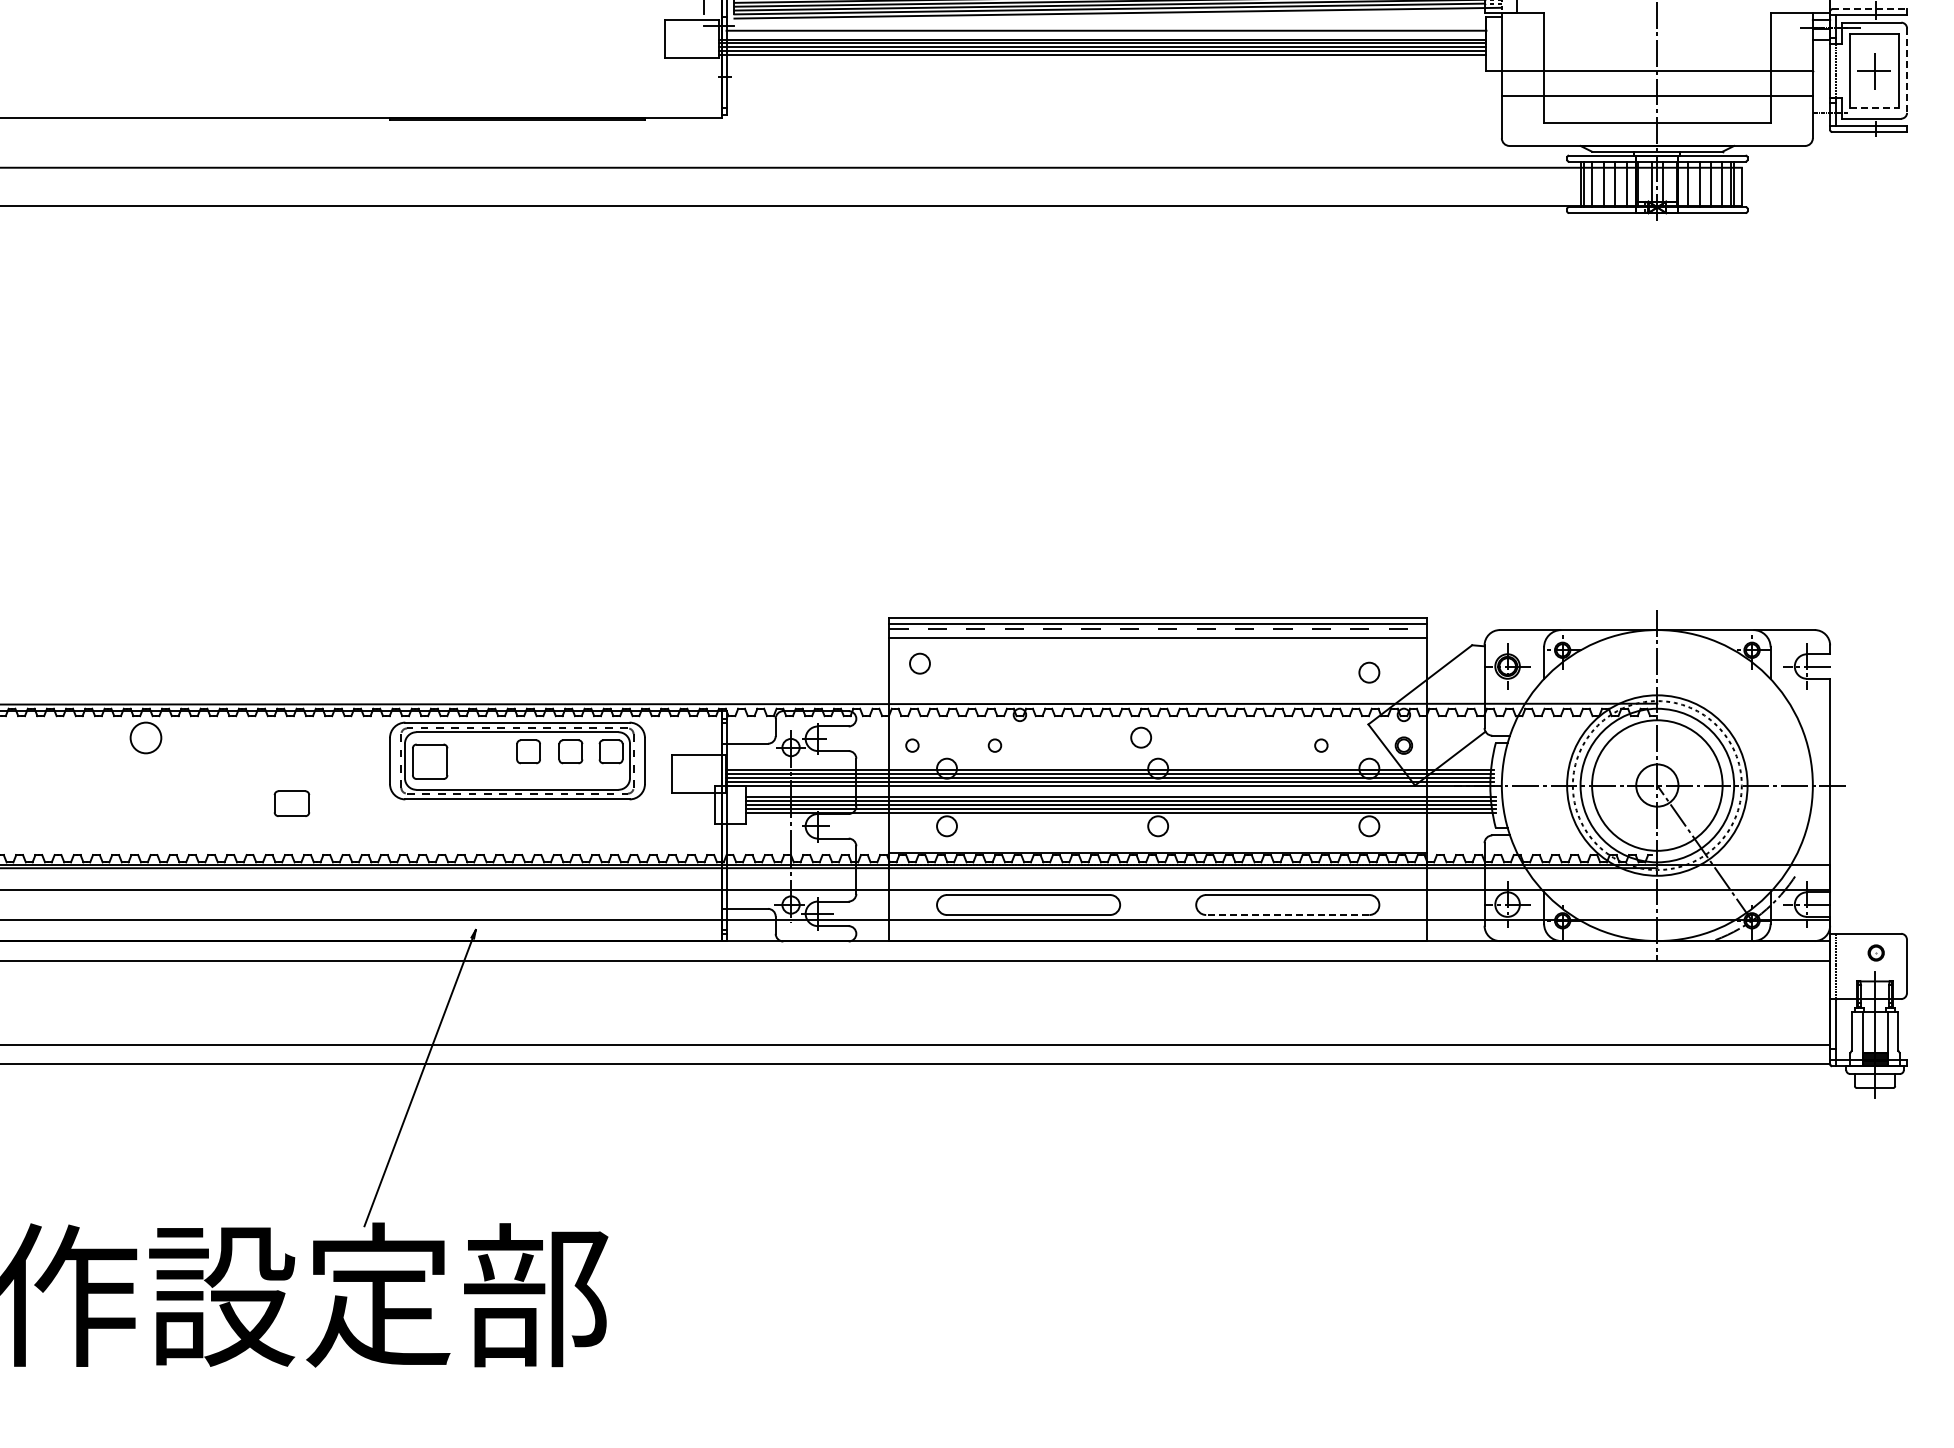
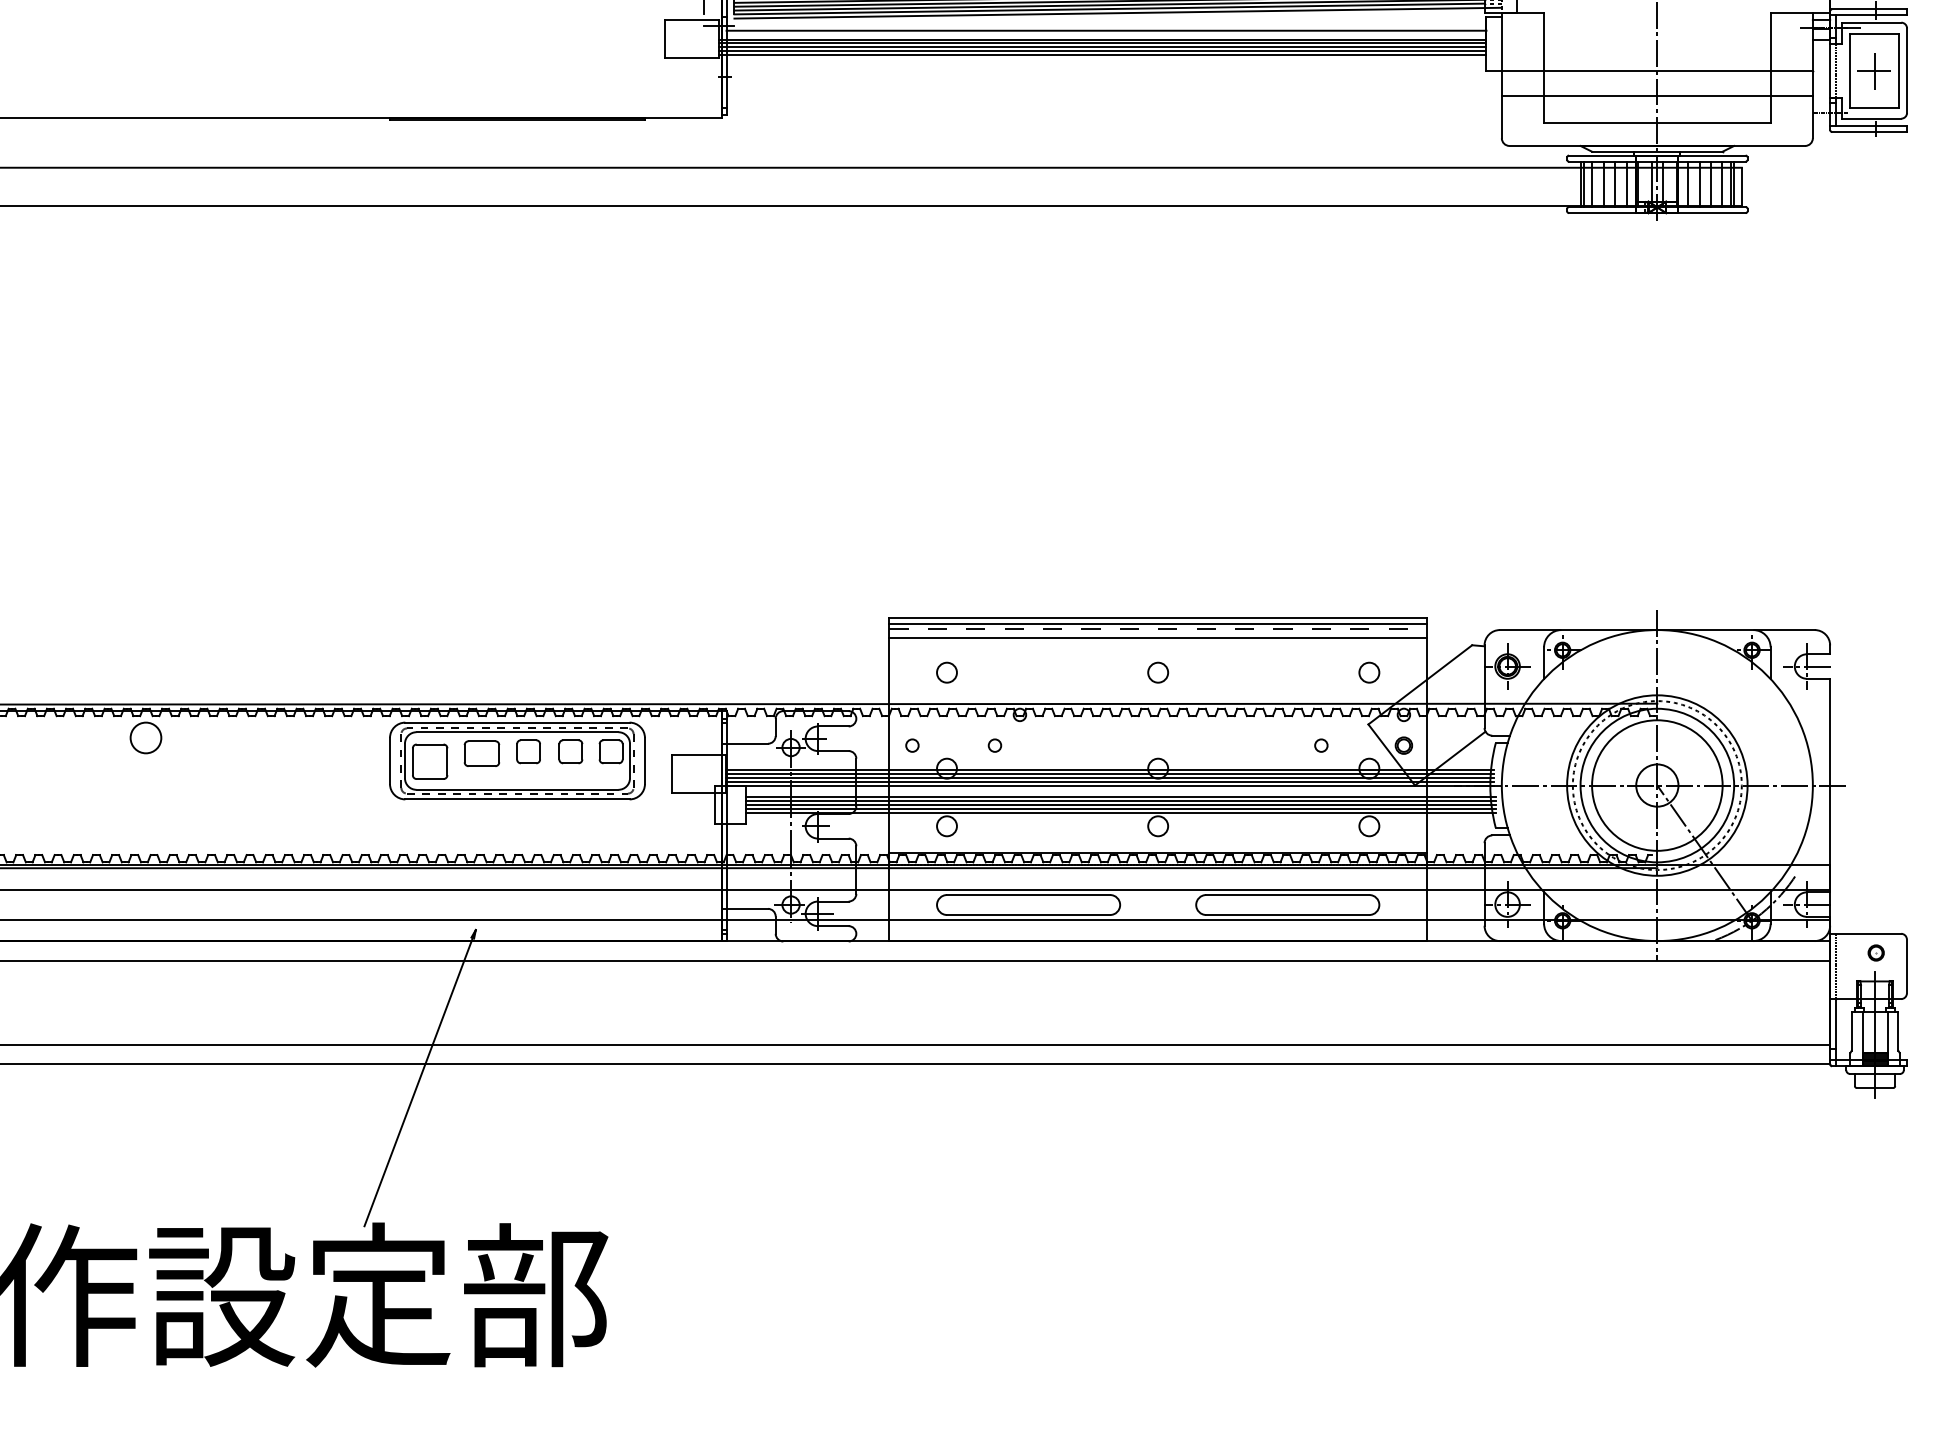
line at (1870, 9): dashed -> solid
line at (1907, 71): dashed -> solid
line at (1874, 107): dashed -> solid
circle at (919, 663) position: (919, 663) -> (946, 672)
circle at (1141, 737) position: (1141, 737) -> (1158, 672)
part at (291, 803) position: (291, 803) -> (481, 753)
line at (1287, 915): dashed -> solid
